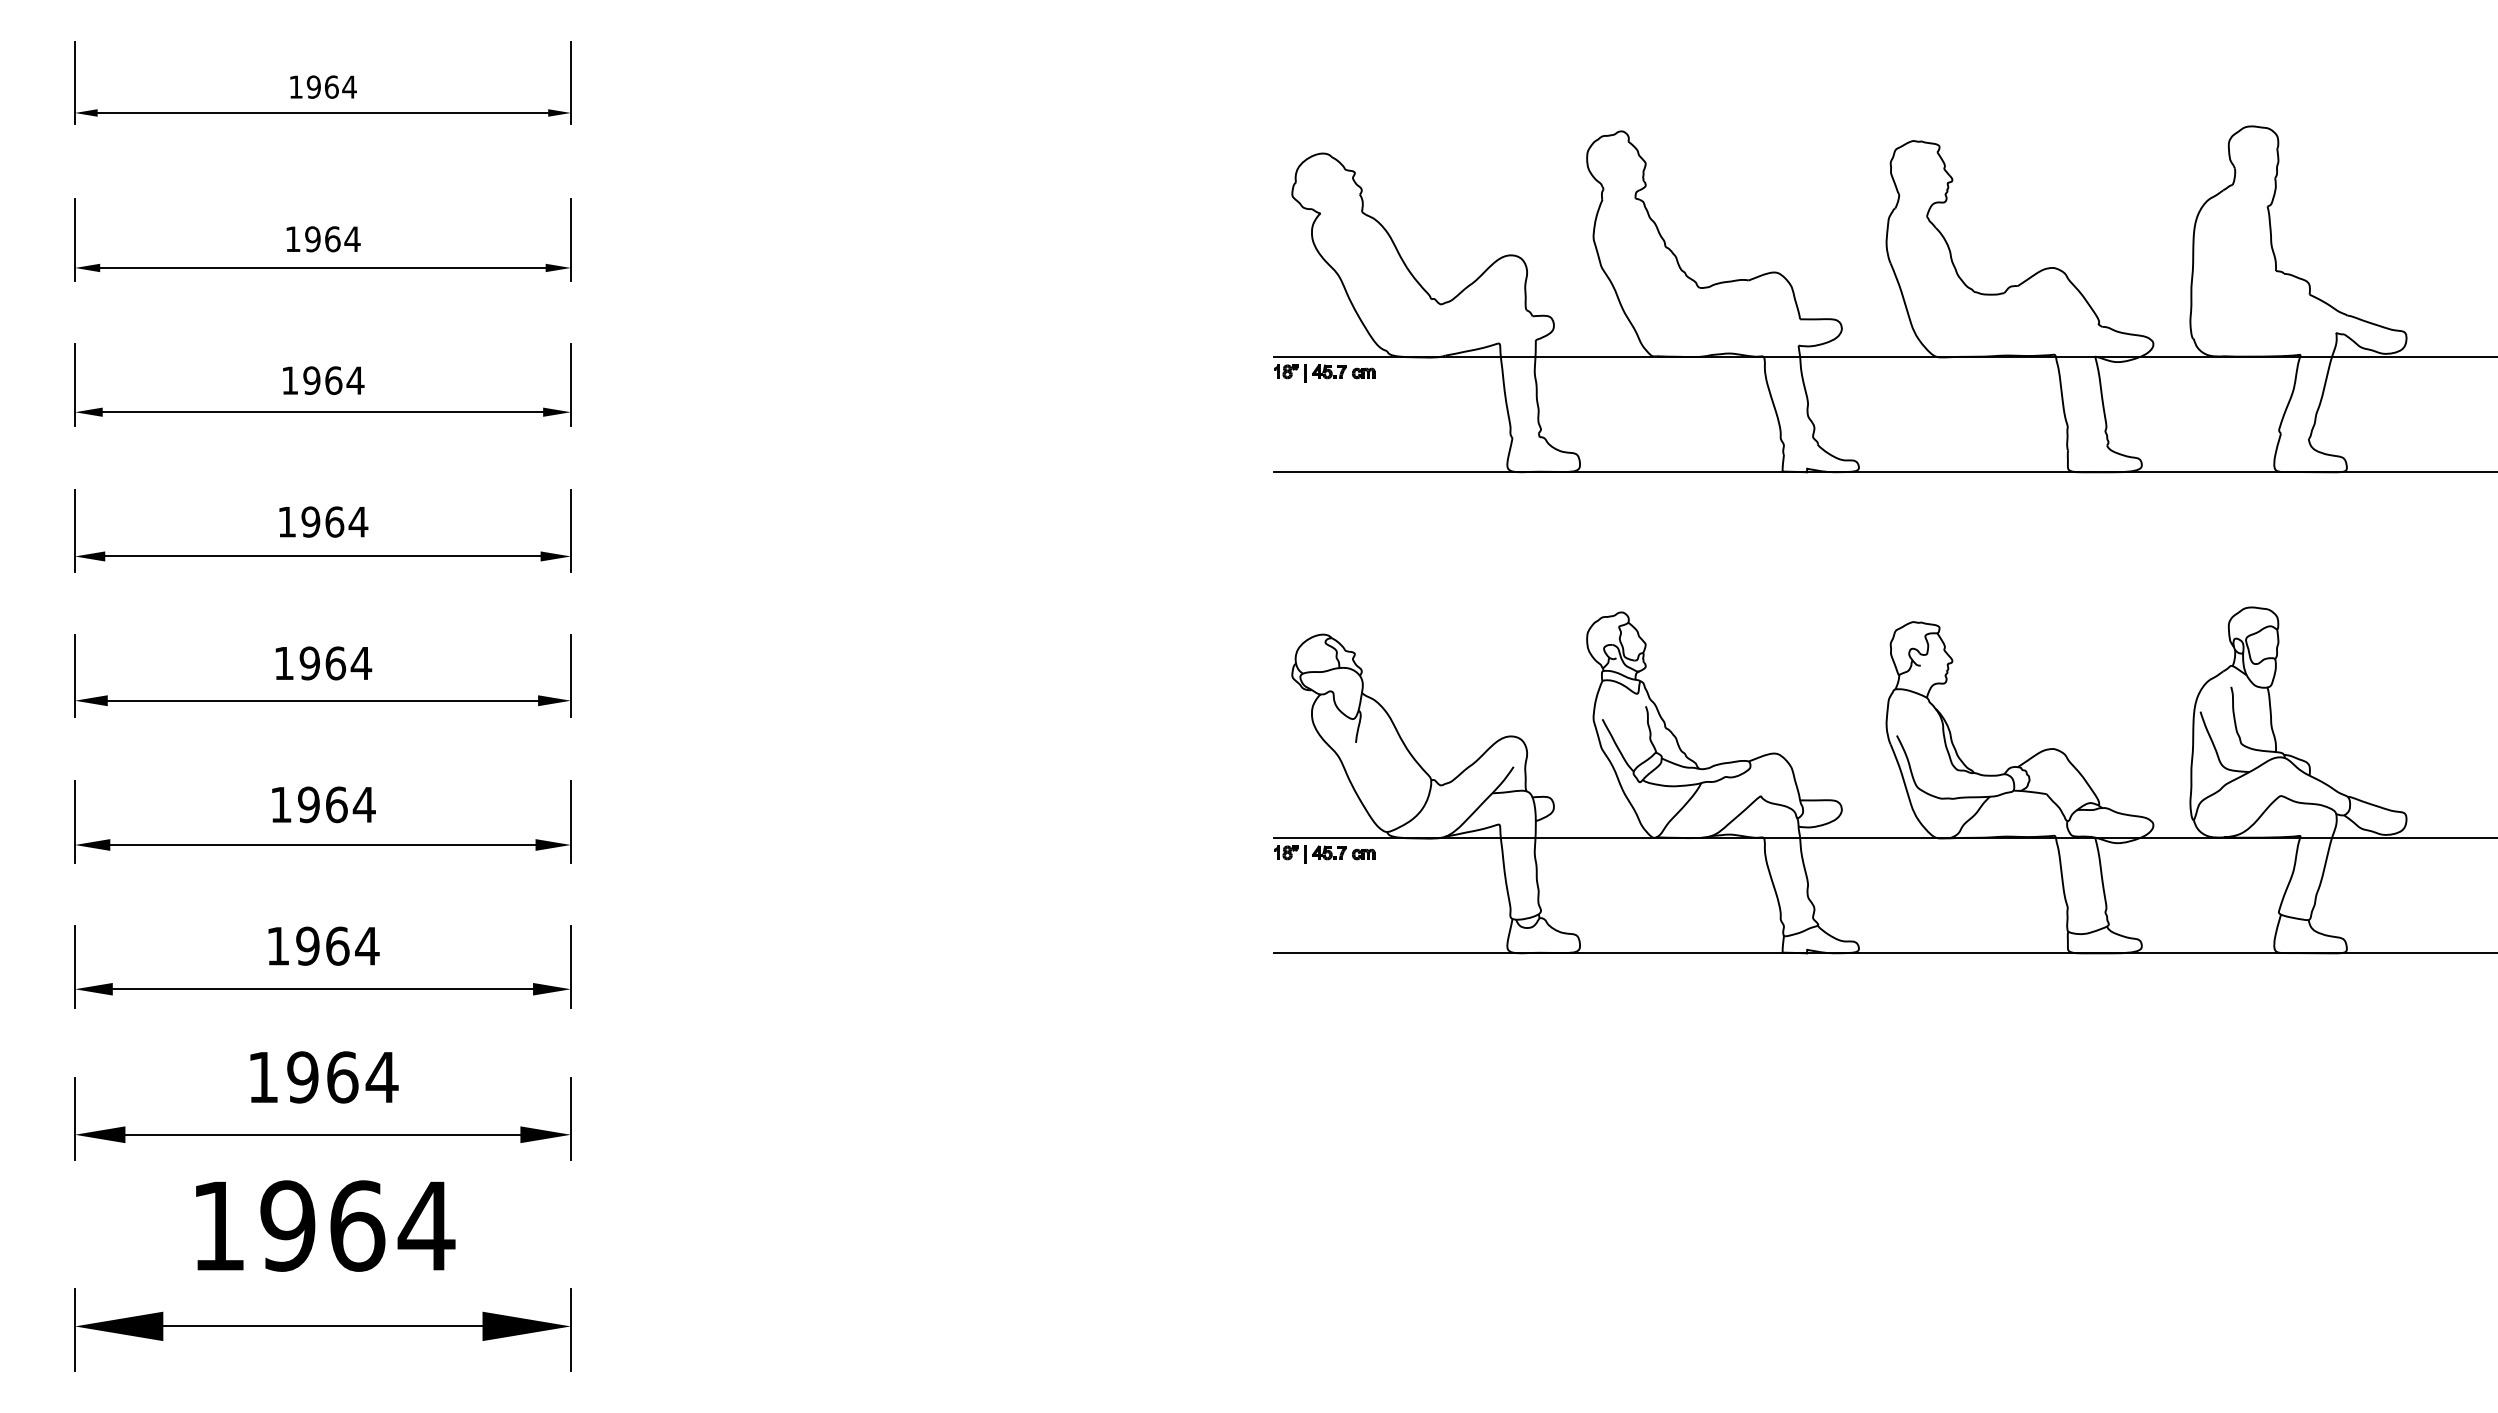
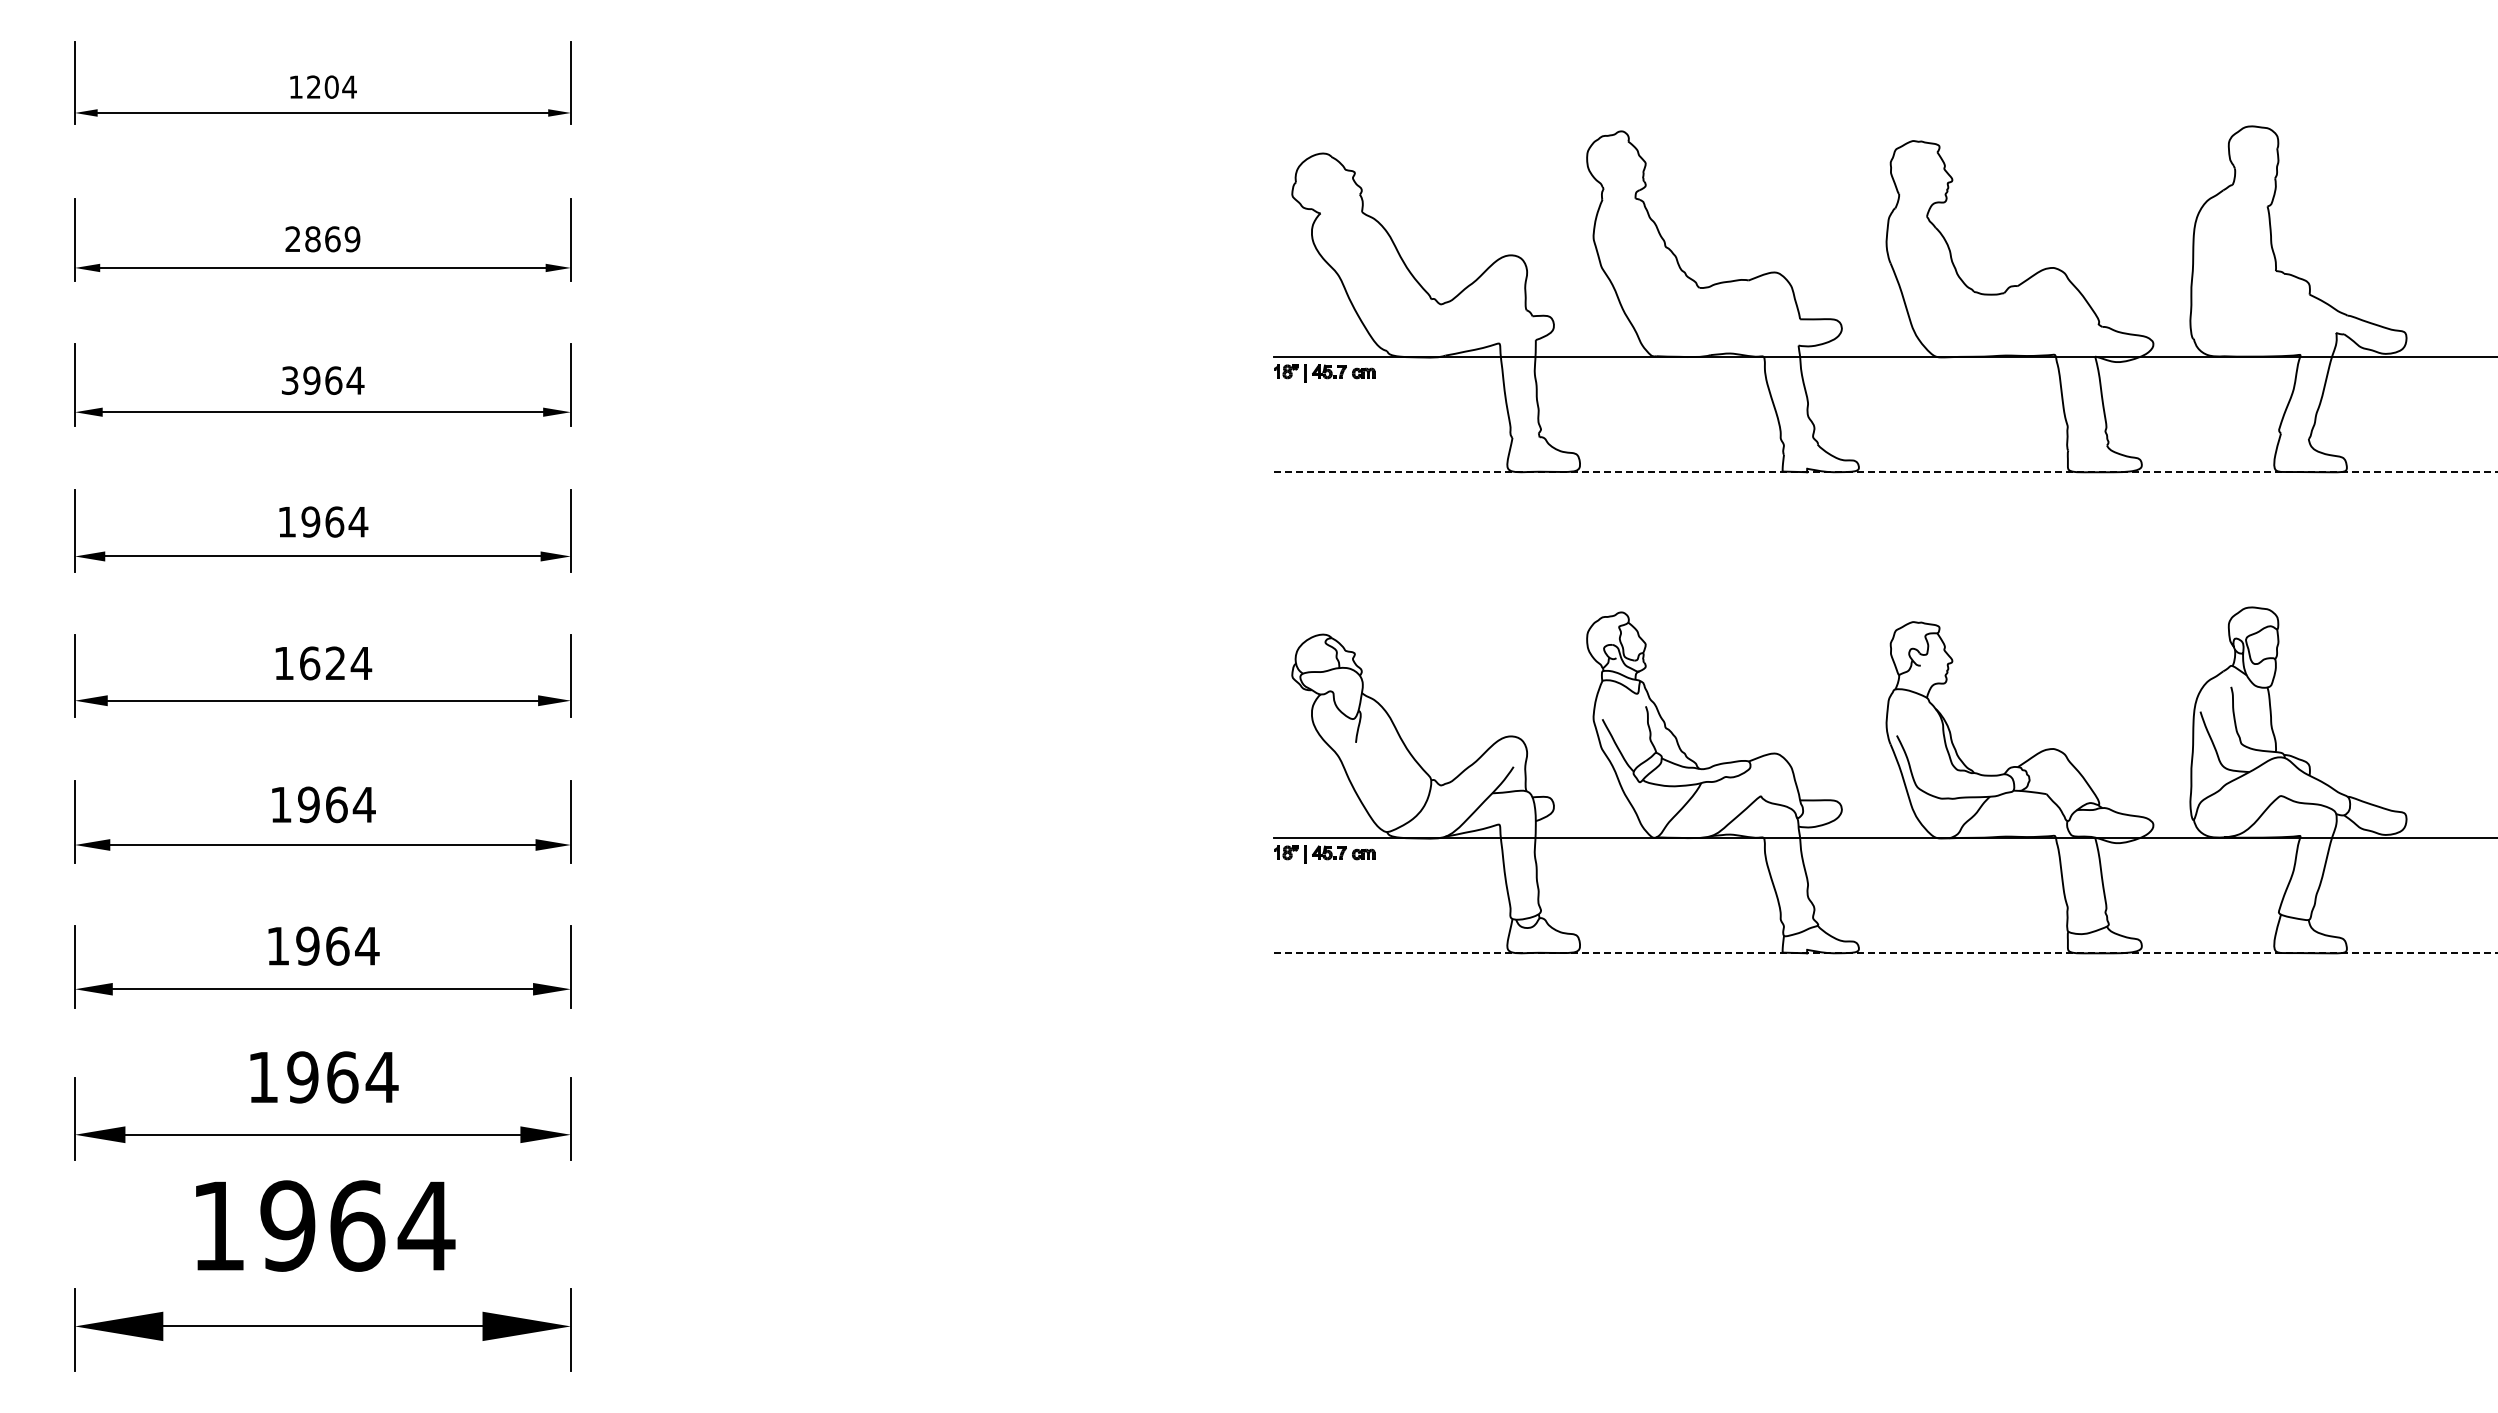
text at (322, 86): 1964 -> 1204
text at (322, 239): 1964 -> 2869
text at (290, 380): 1964 -> 3964
line at (1885, 472): solid -> dashed
text at (322, 663): 1964 -> 1624
line at (1885, 953): solid -> dashed
